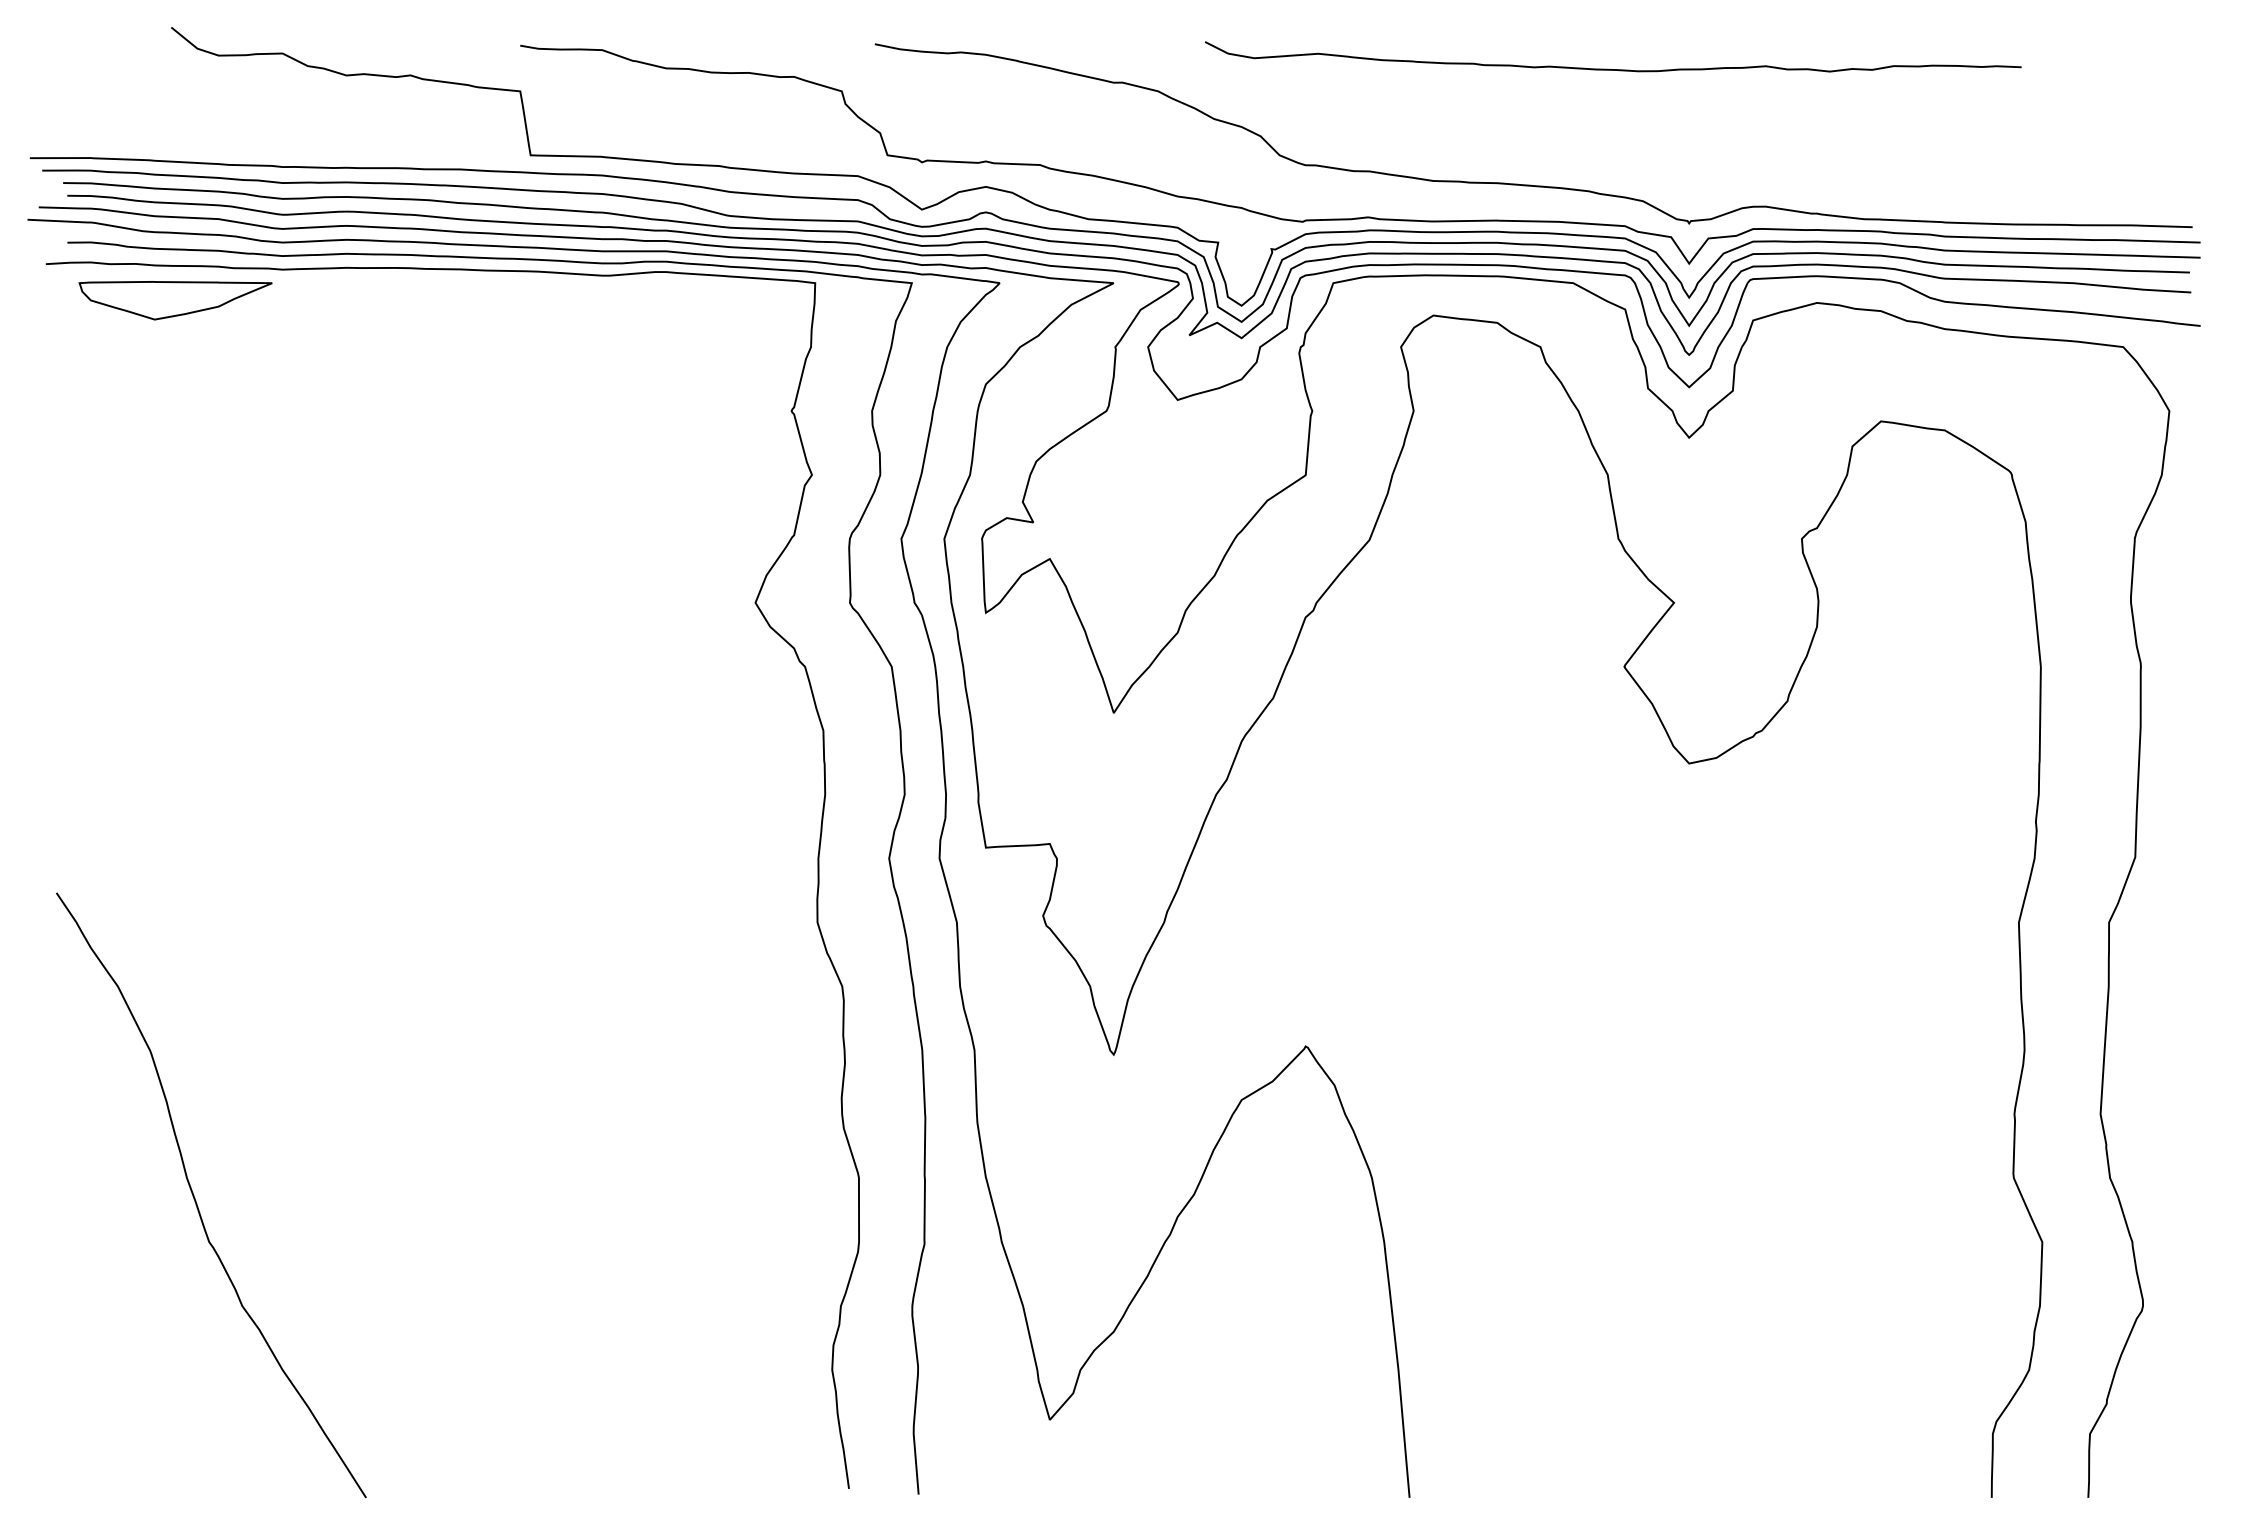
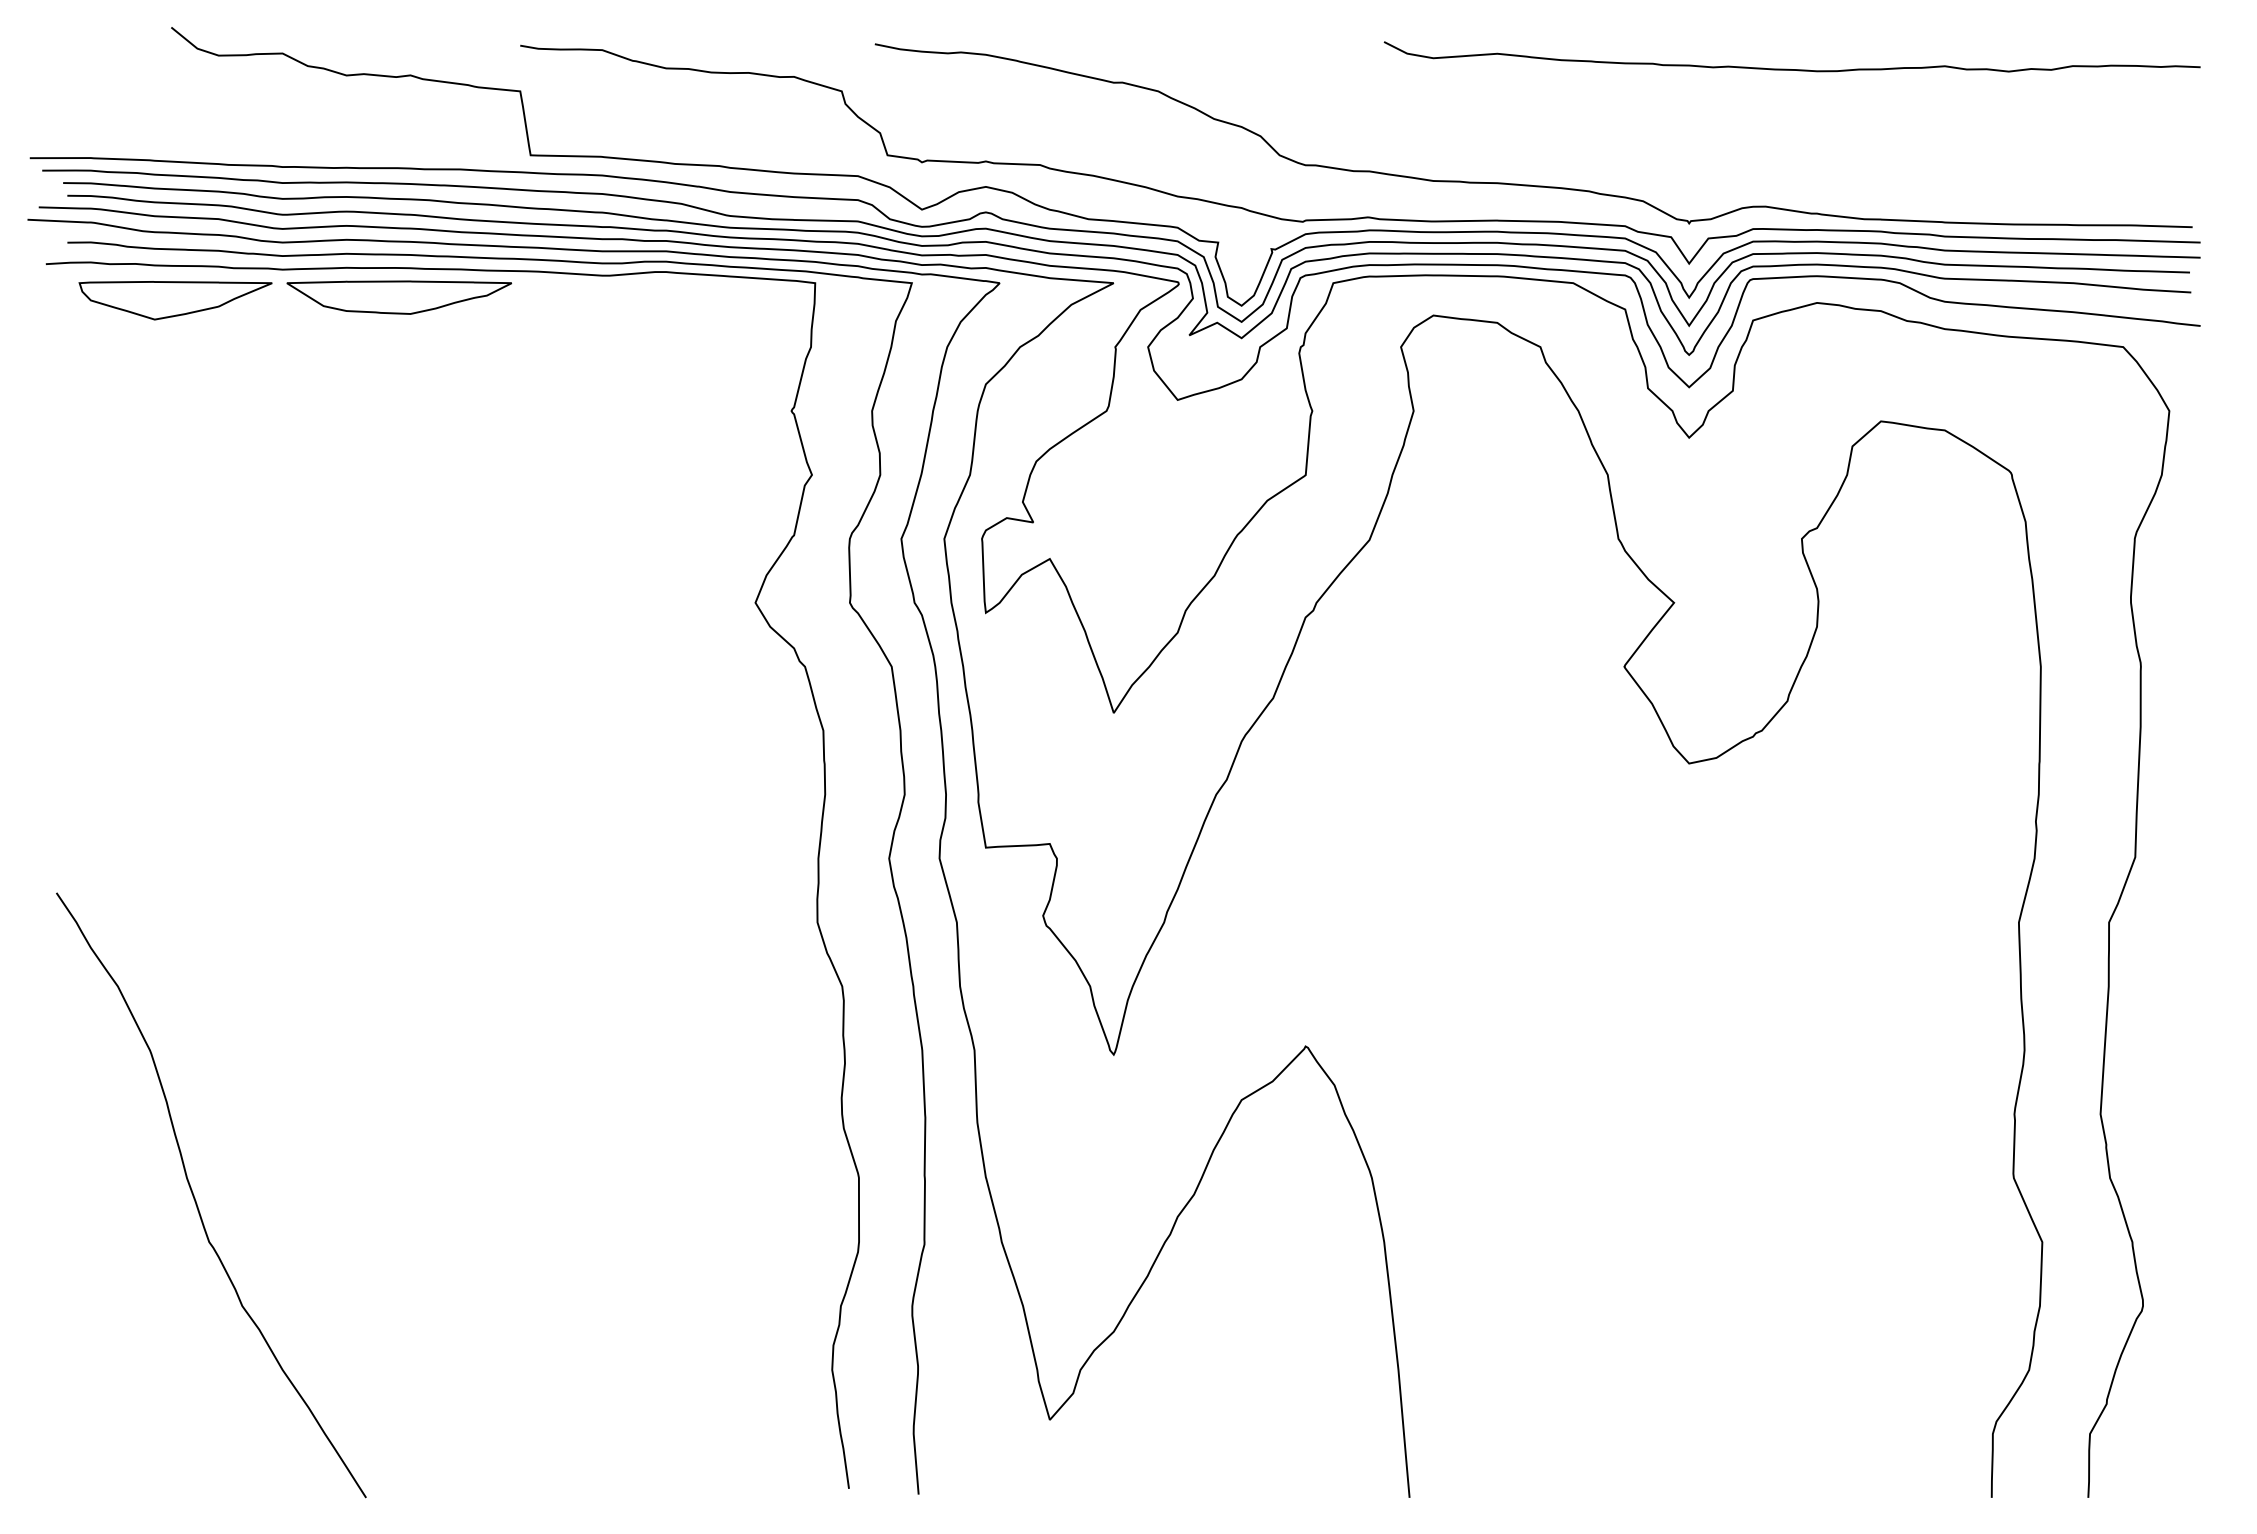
curve at (1609, 68) position: (1609, 68) -> (1788, 68)
part at (398, 297): none -> present
